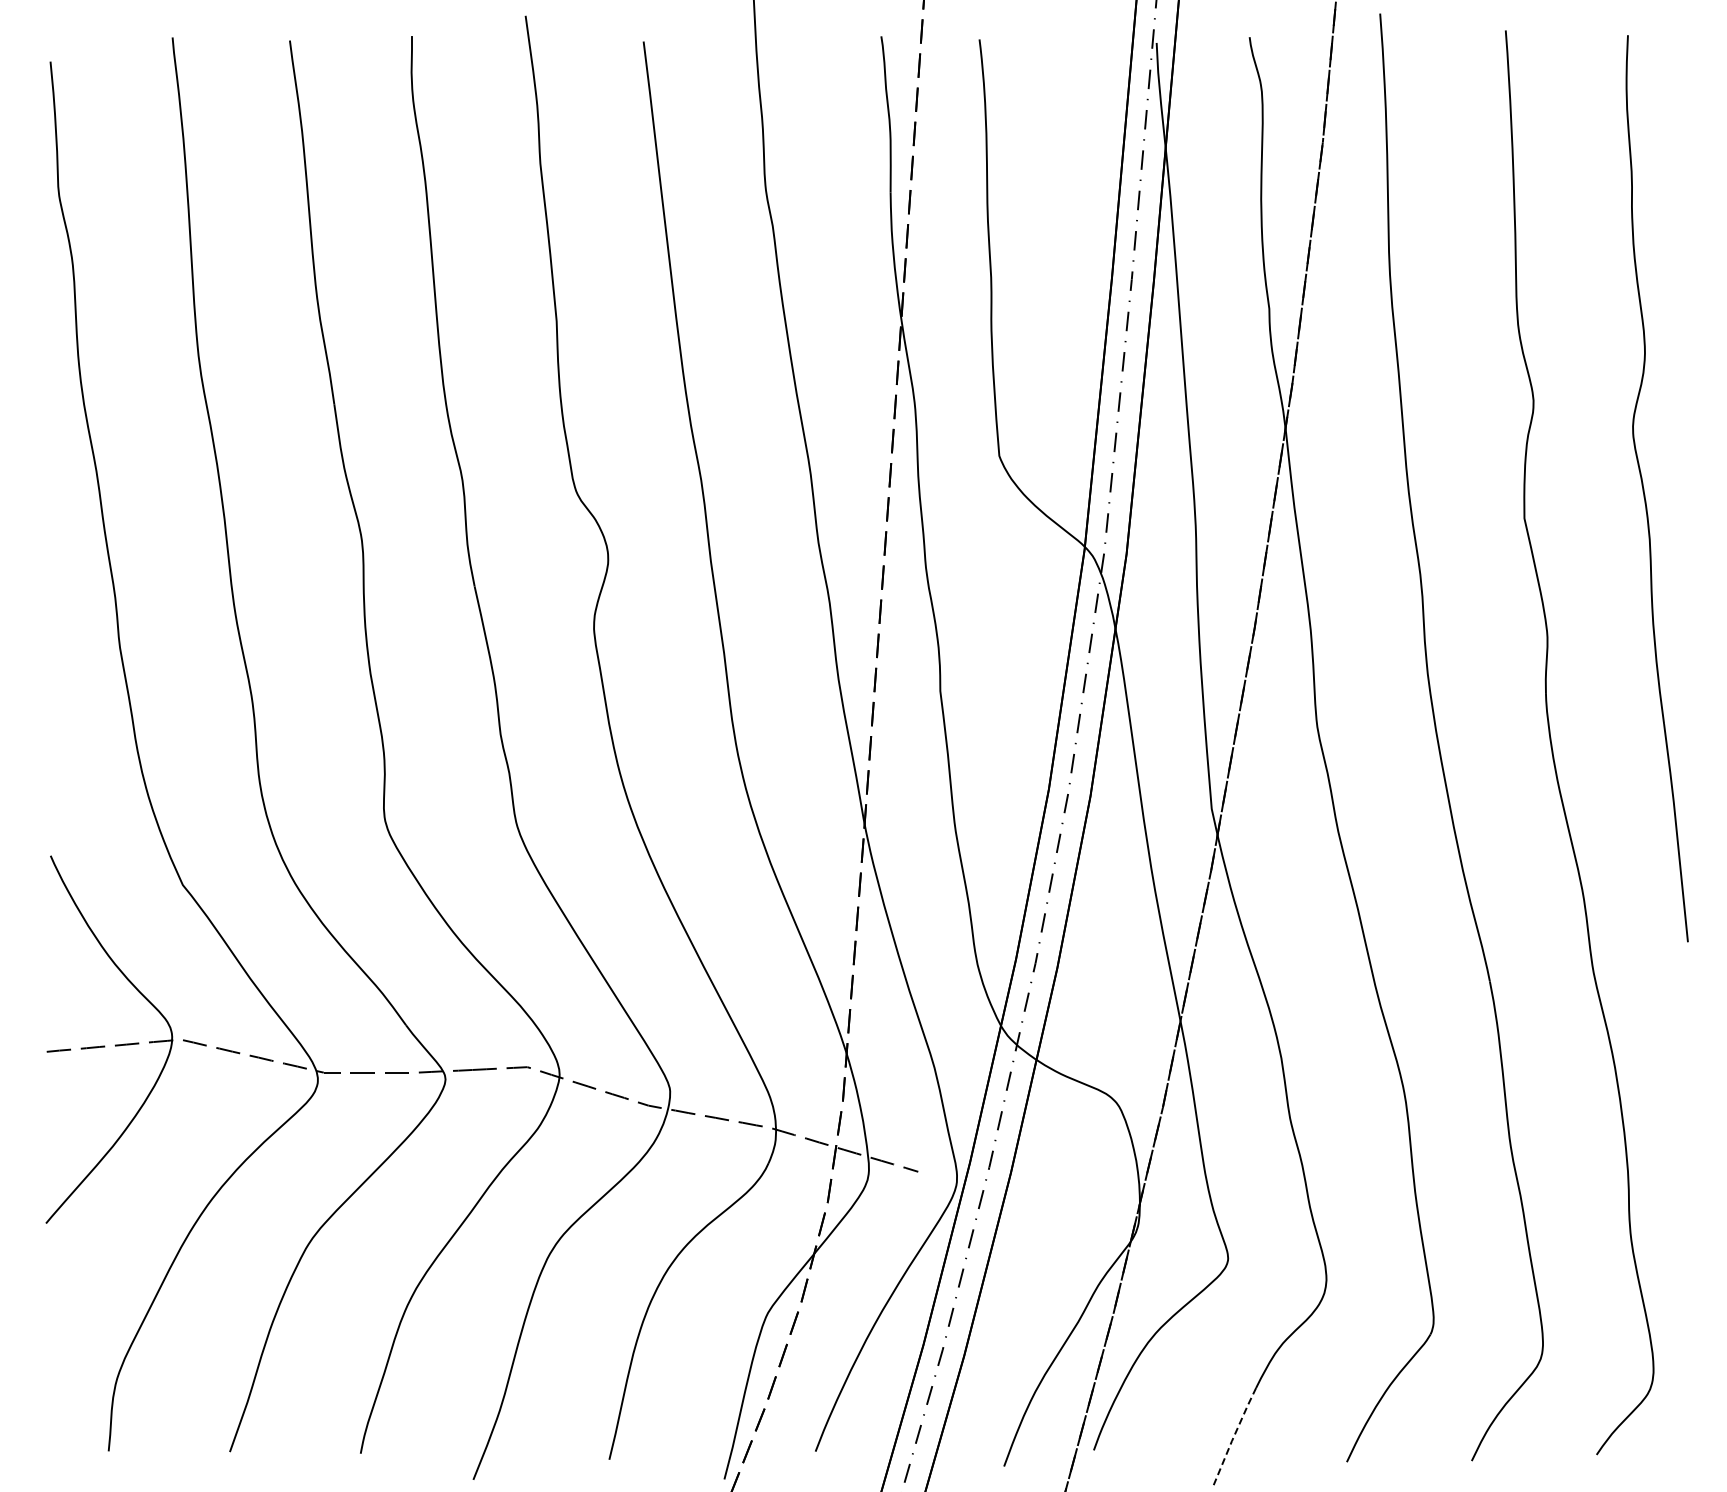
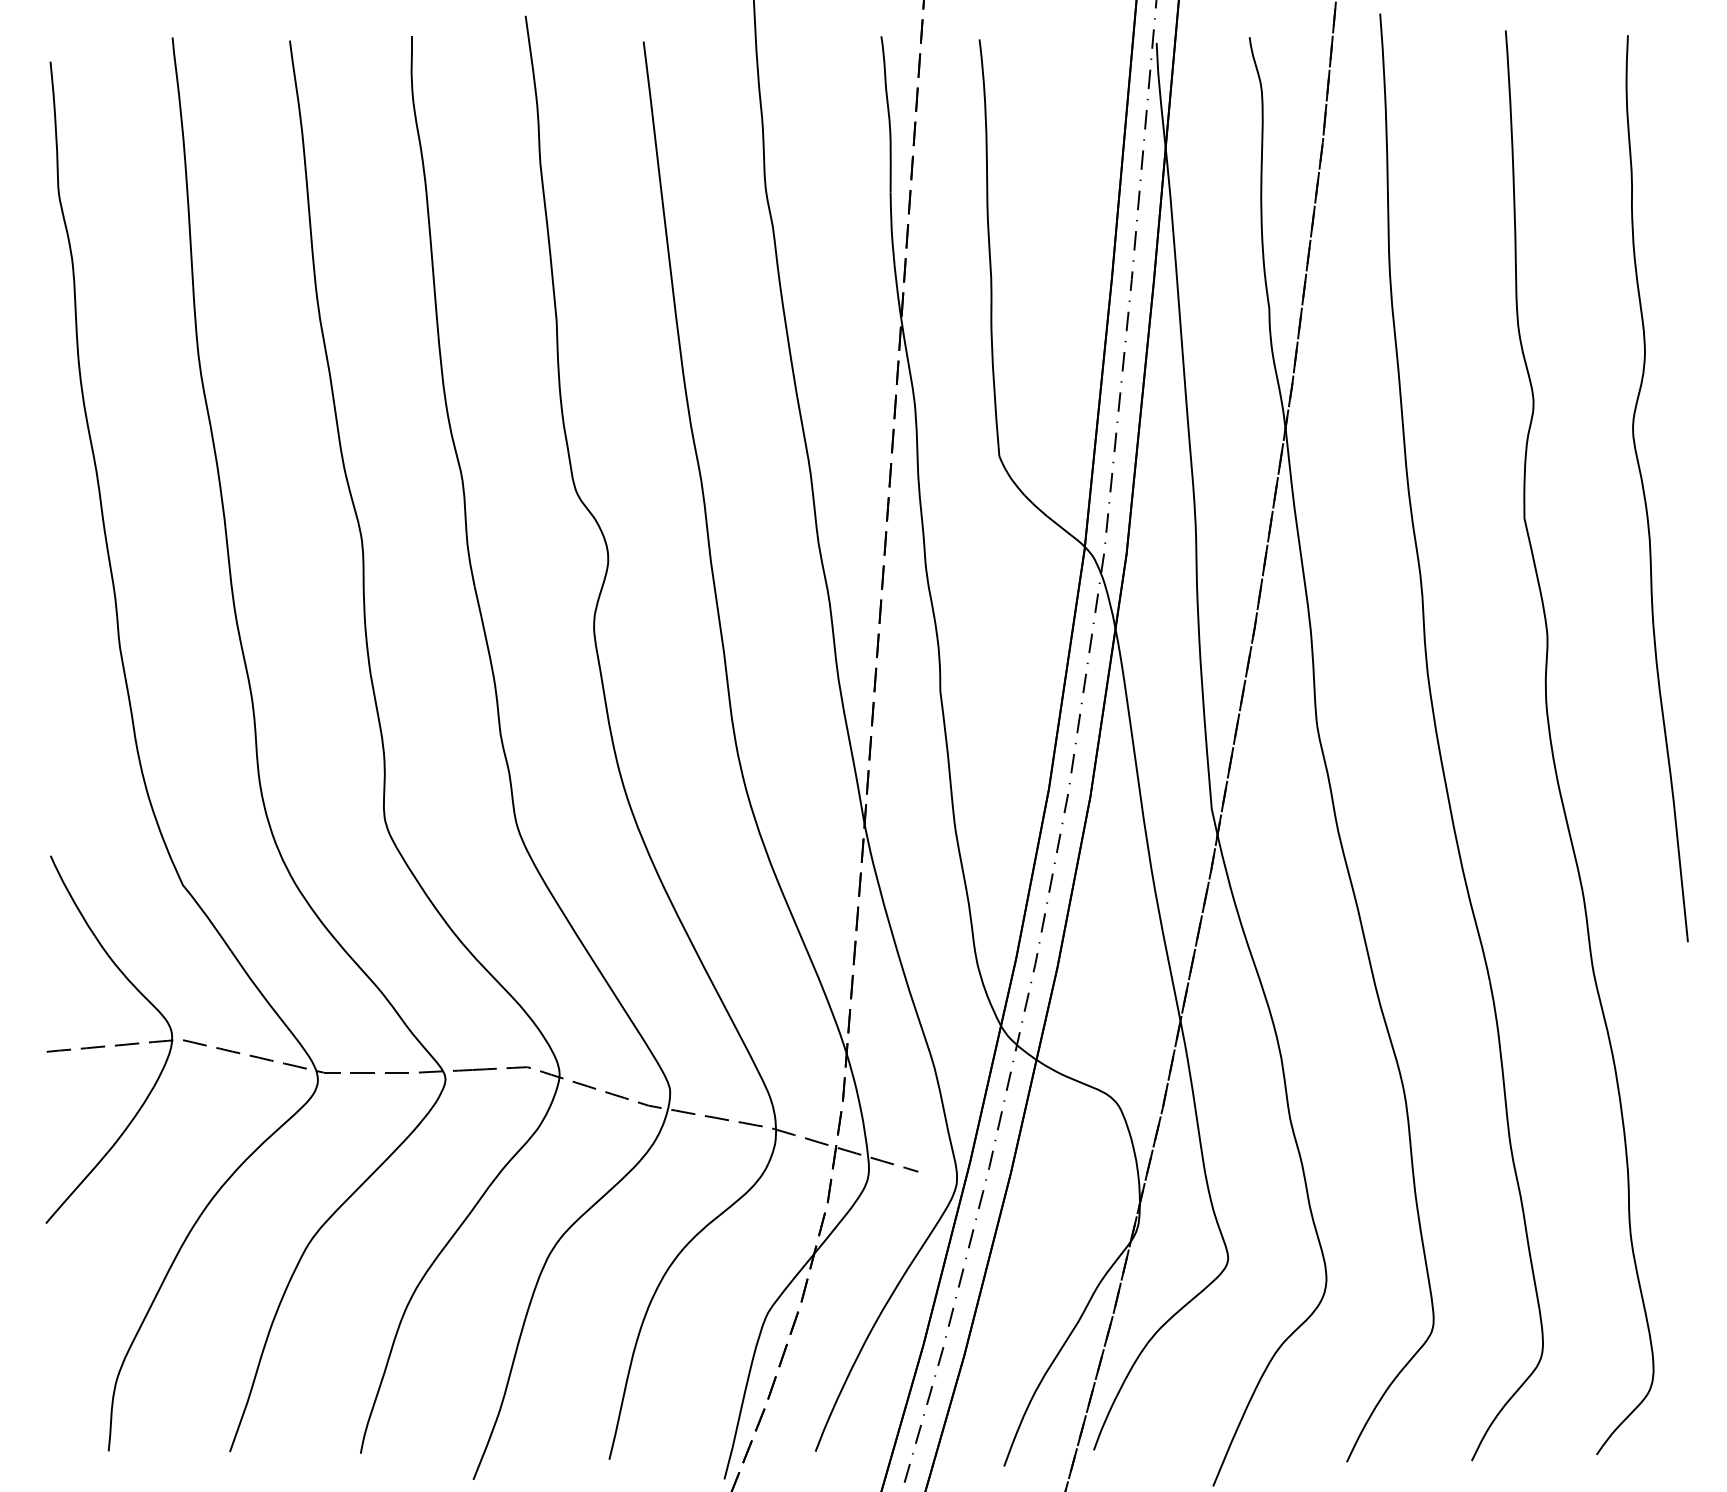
line at (1233, 1437): dashed -> solid
